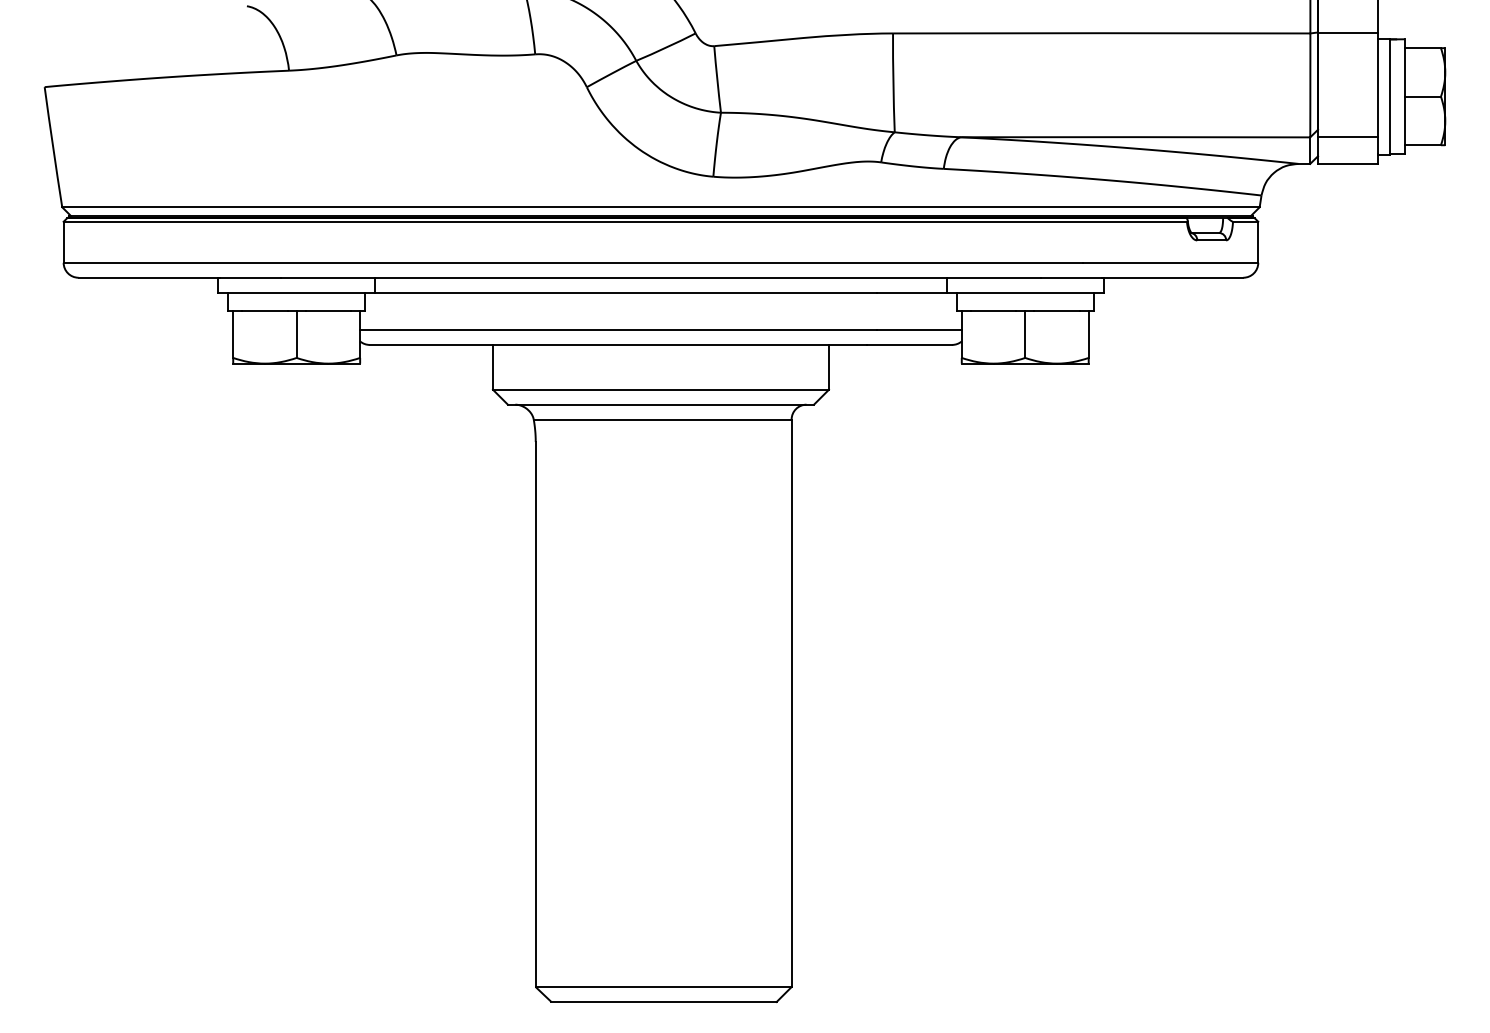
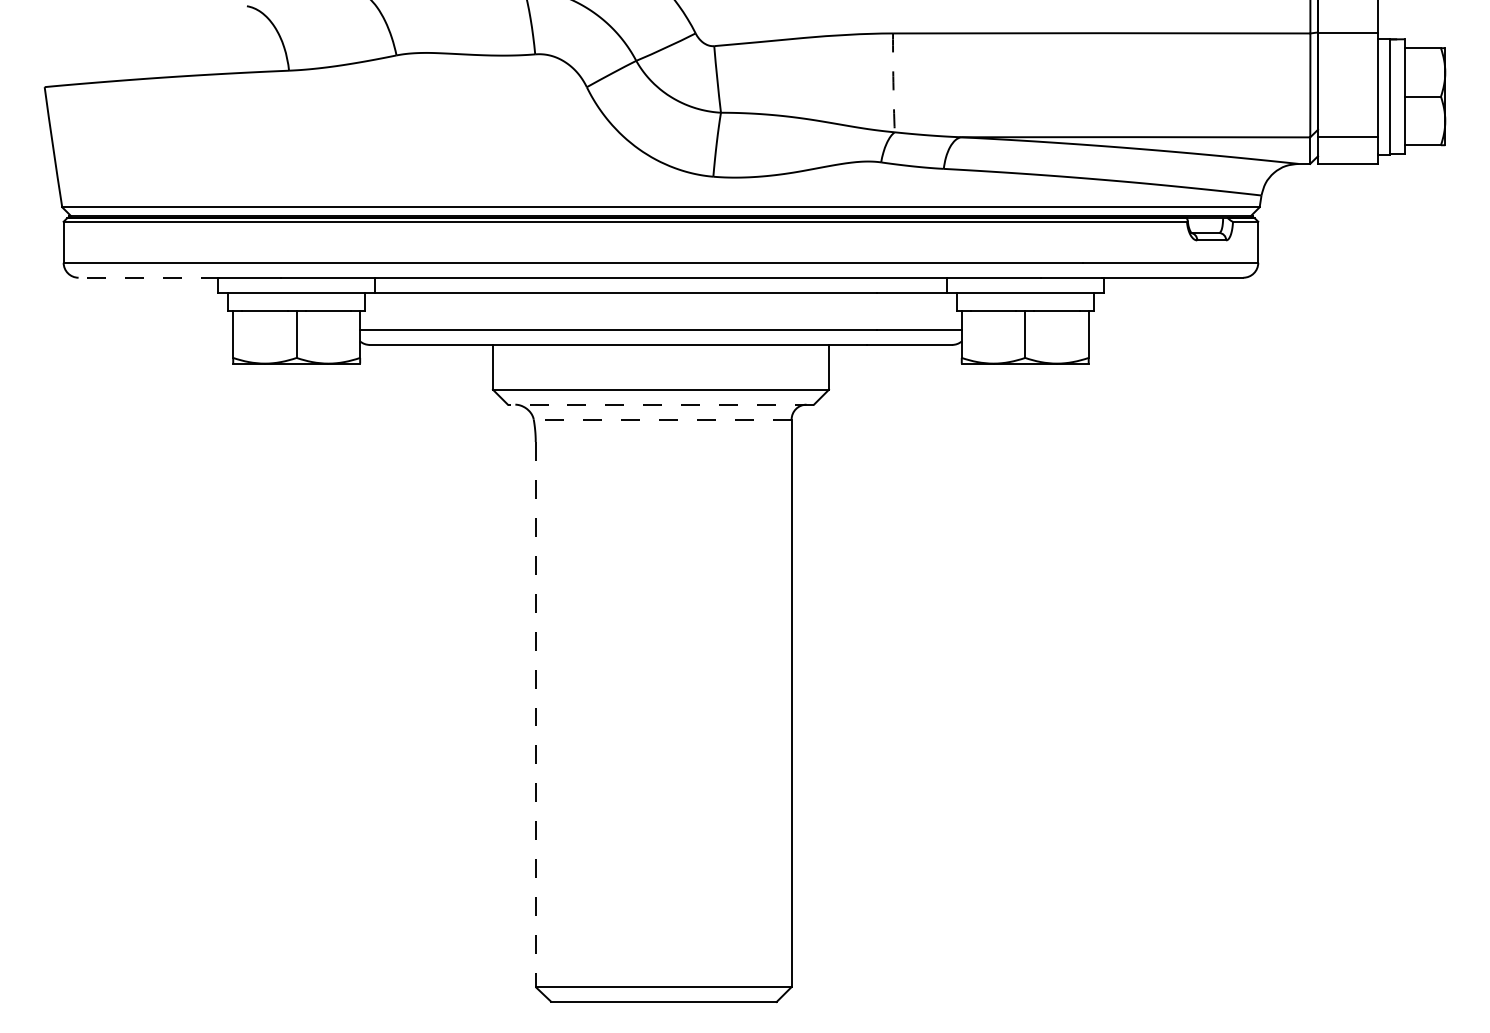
arc at (893, 82): solid -> dashed
line at (149, 277): solid -> dashed
line at (660, 404): solid -> dashed
line at (662, 419): solid -> dashed
line at (535, 714): solid -> dashed
